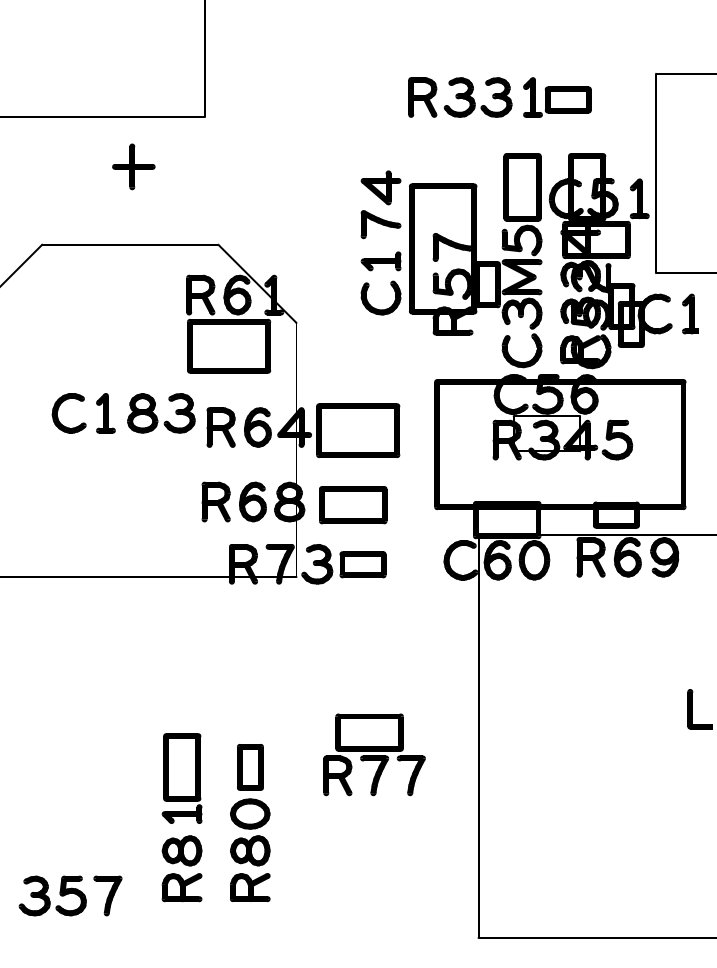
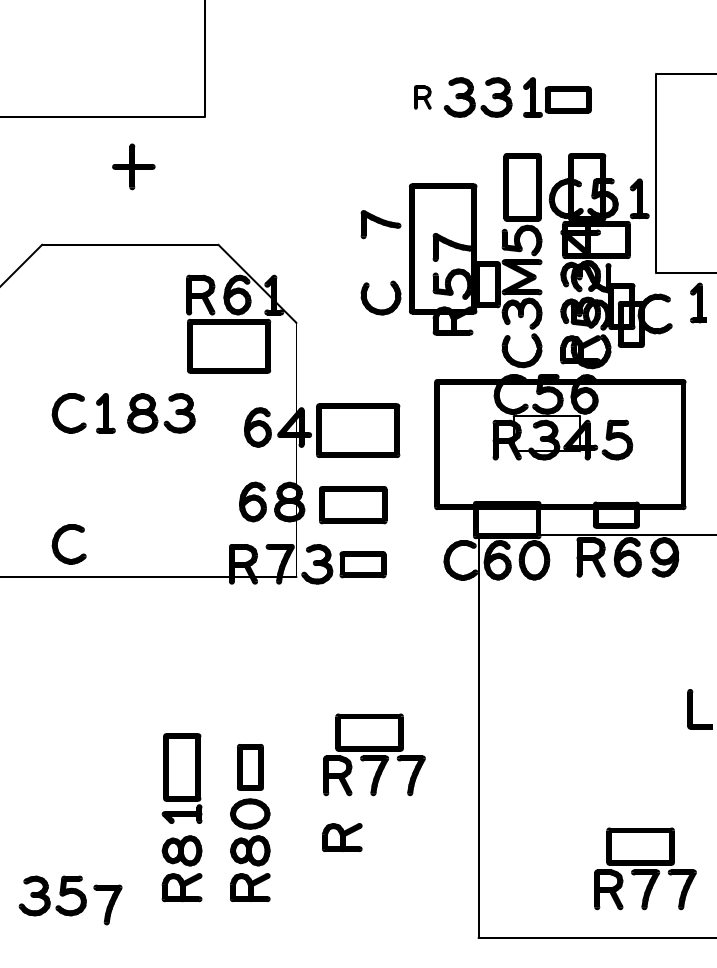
part at (422, 97) size: 30x41 px -> 18x25 px
part at (380, 187): present -> none
part at (380, 261): present -> none
part at (690, 313) position: (690, 313) -> (698, 302)
part at (220, 427): present -> none
part at (215, 501): present -> none
part at (58, 542): none -> present
part at (342, 837): none -> present
part at (645, 868): none -> present
part at (107, 895) position: (107, 895) -> (107, 904)
